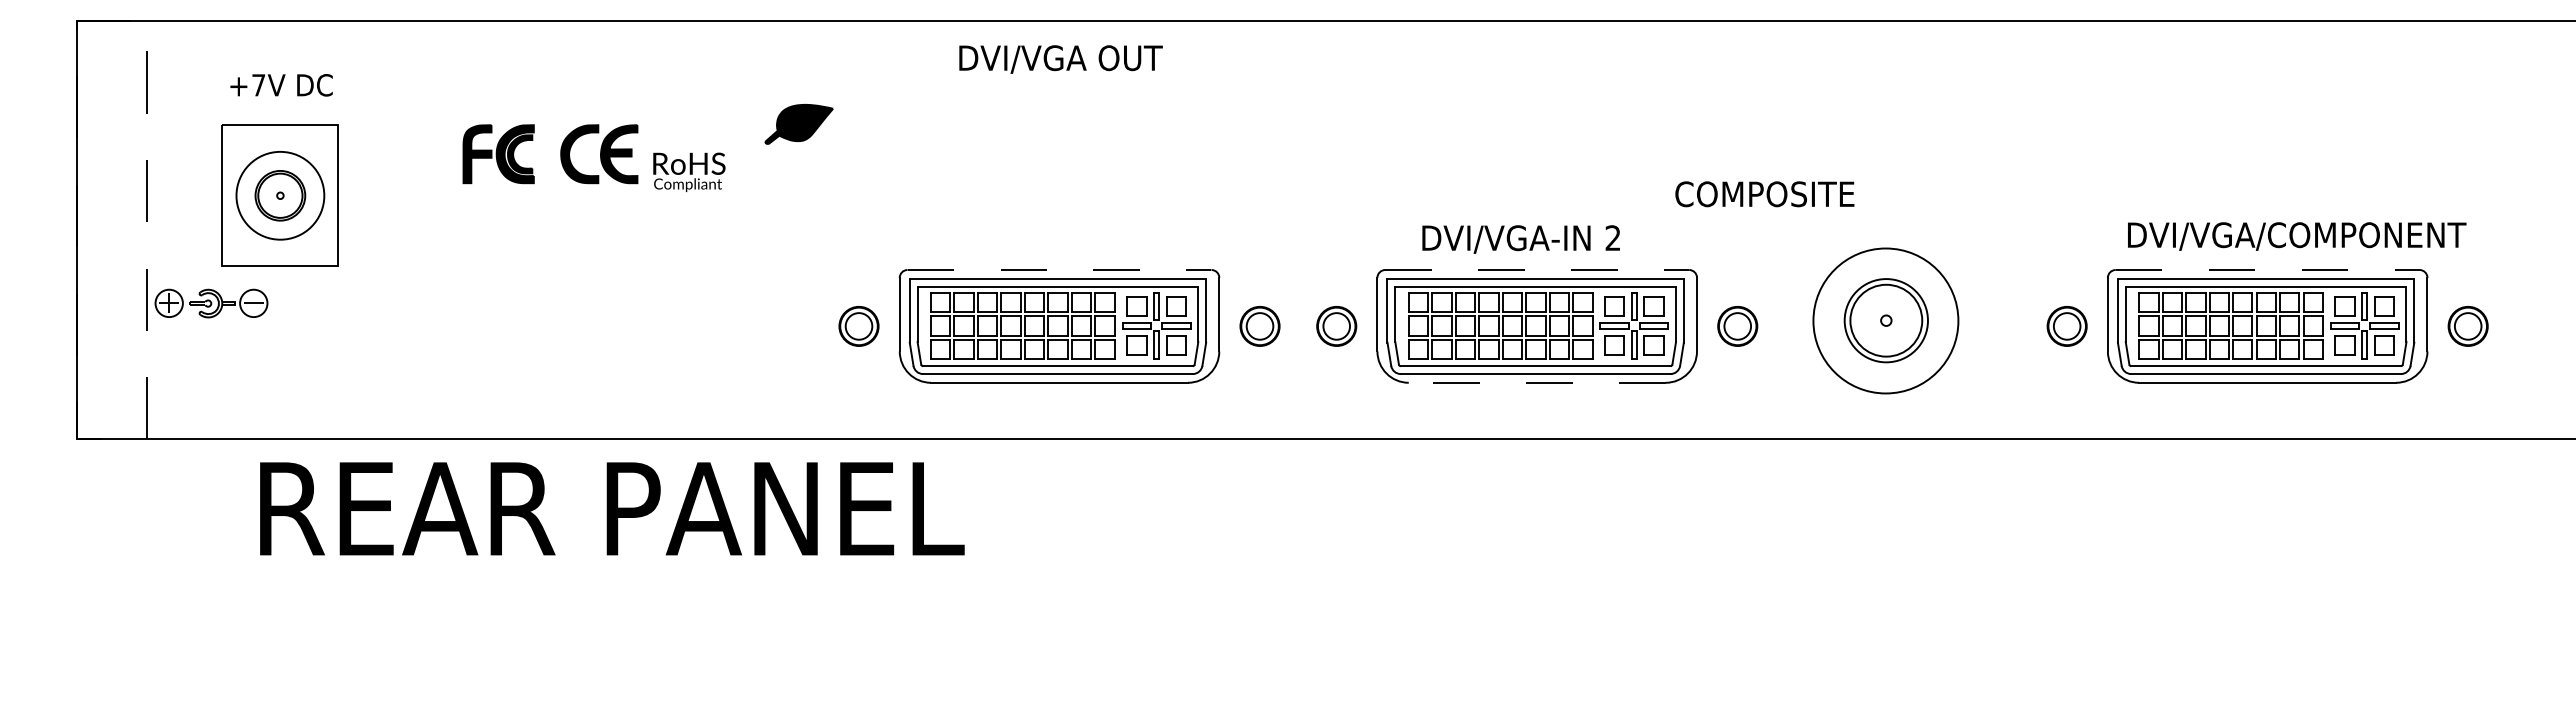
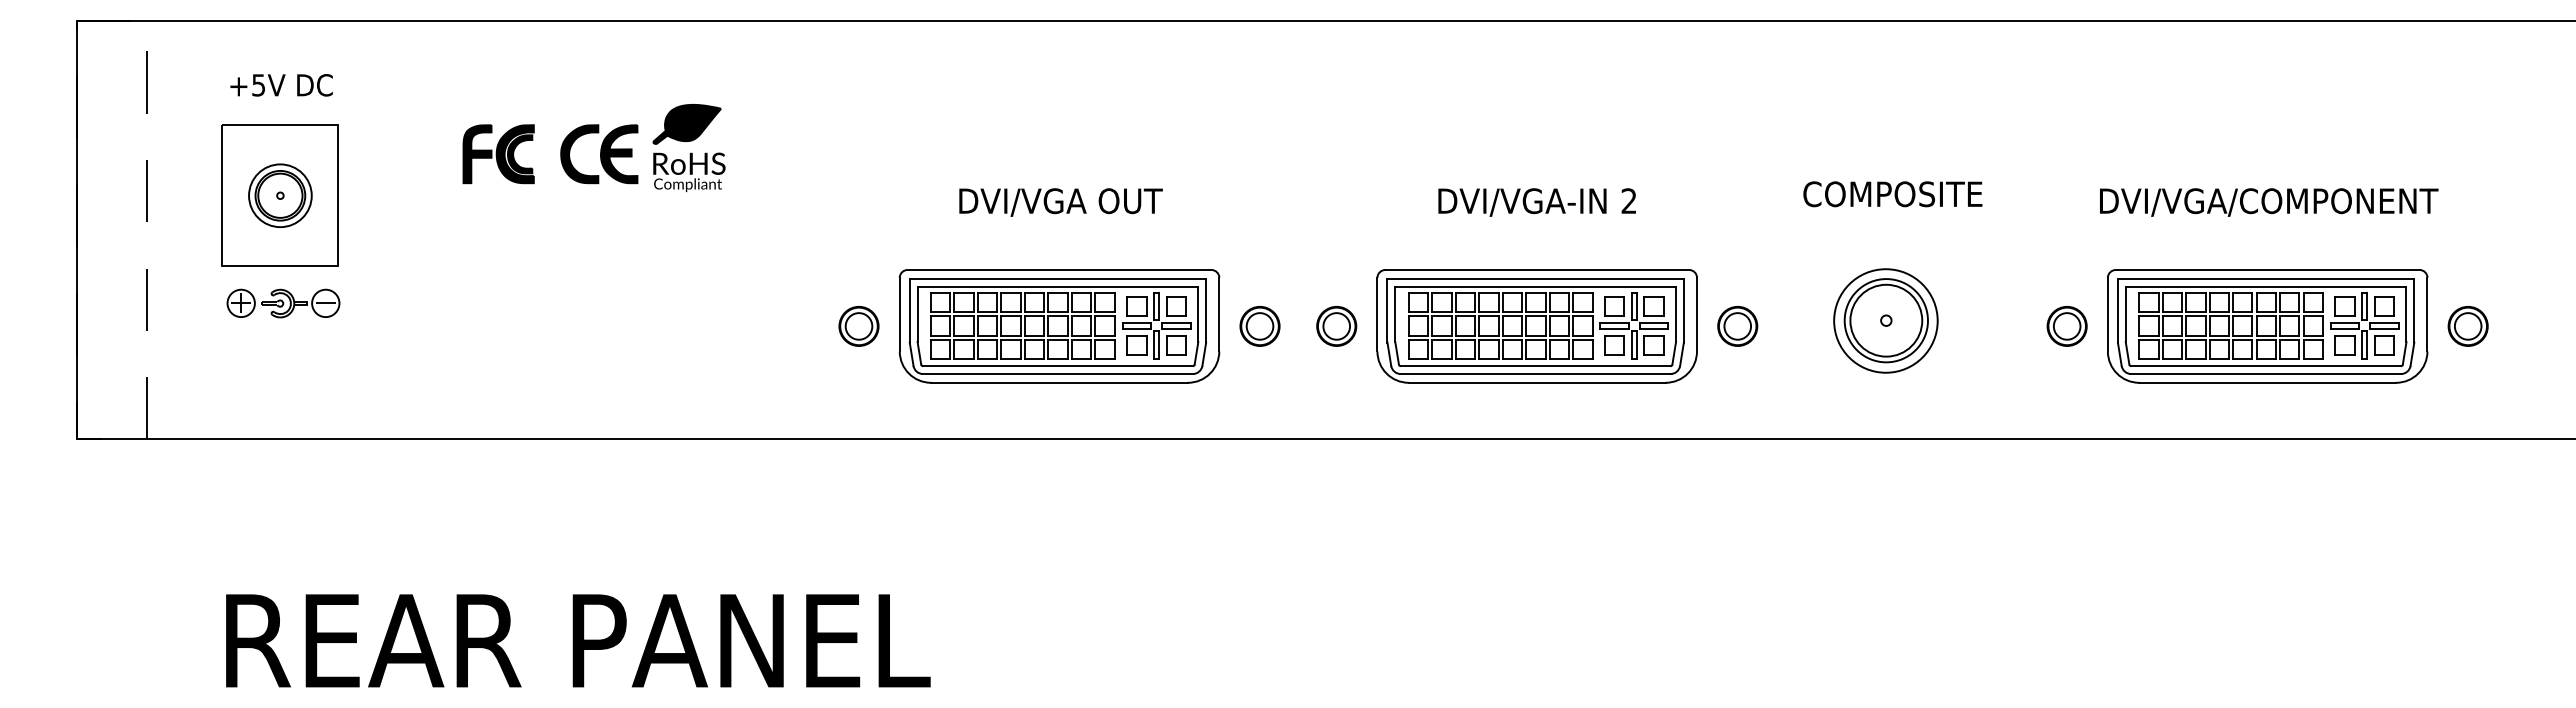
text at (1060, 59) position: (1060, 59) -> (1060, 202)
text at (258, 85): +7V -> +5V
part at (798, 123) position: (798, 123) -> (686, 123)
text at (1764, 194) position: (1764, 194) -> (1892, 194)
circle at (280, 195) diameter: 88 px -> 63 px
text at (2297, 236) position: (2297, 236) -> (2269, 202)
text at (1520, 239) position: (1520, 239) -> (1536, 202)
line at (1059, 270): dashed -> solid
line at (1537, 270): dashed -> solid
line at (2267, 270): dashed -> solid
part at (211, 303) position: (211, 303) -> (283, 303)
circle at (1885, 320) diameter: 145 px -> 104 px
line at (1536, 382): dashed -> solid
text at (612, 508) position: (612, 508) -> (578, 640)
